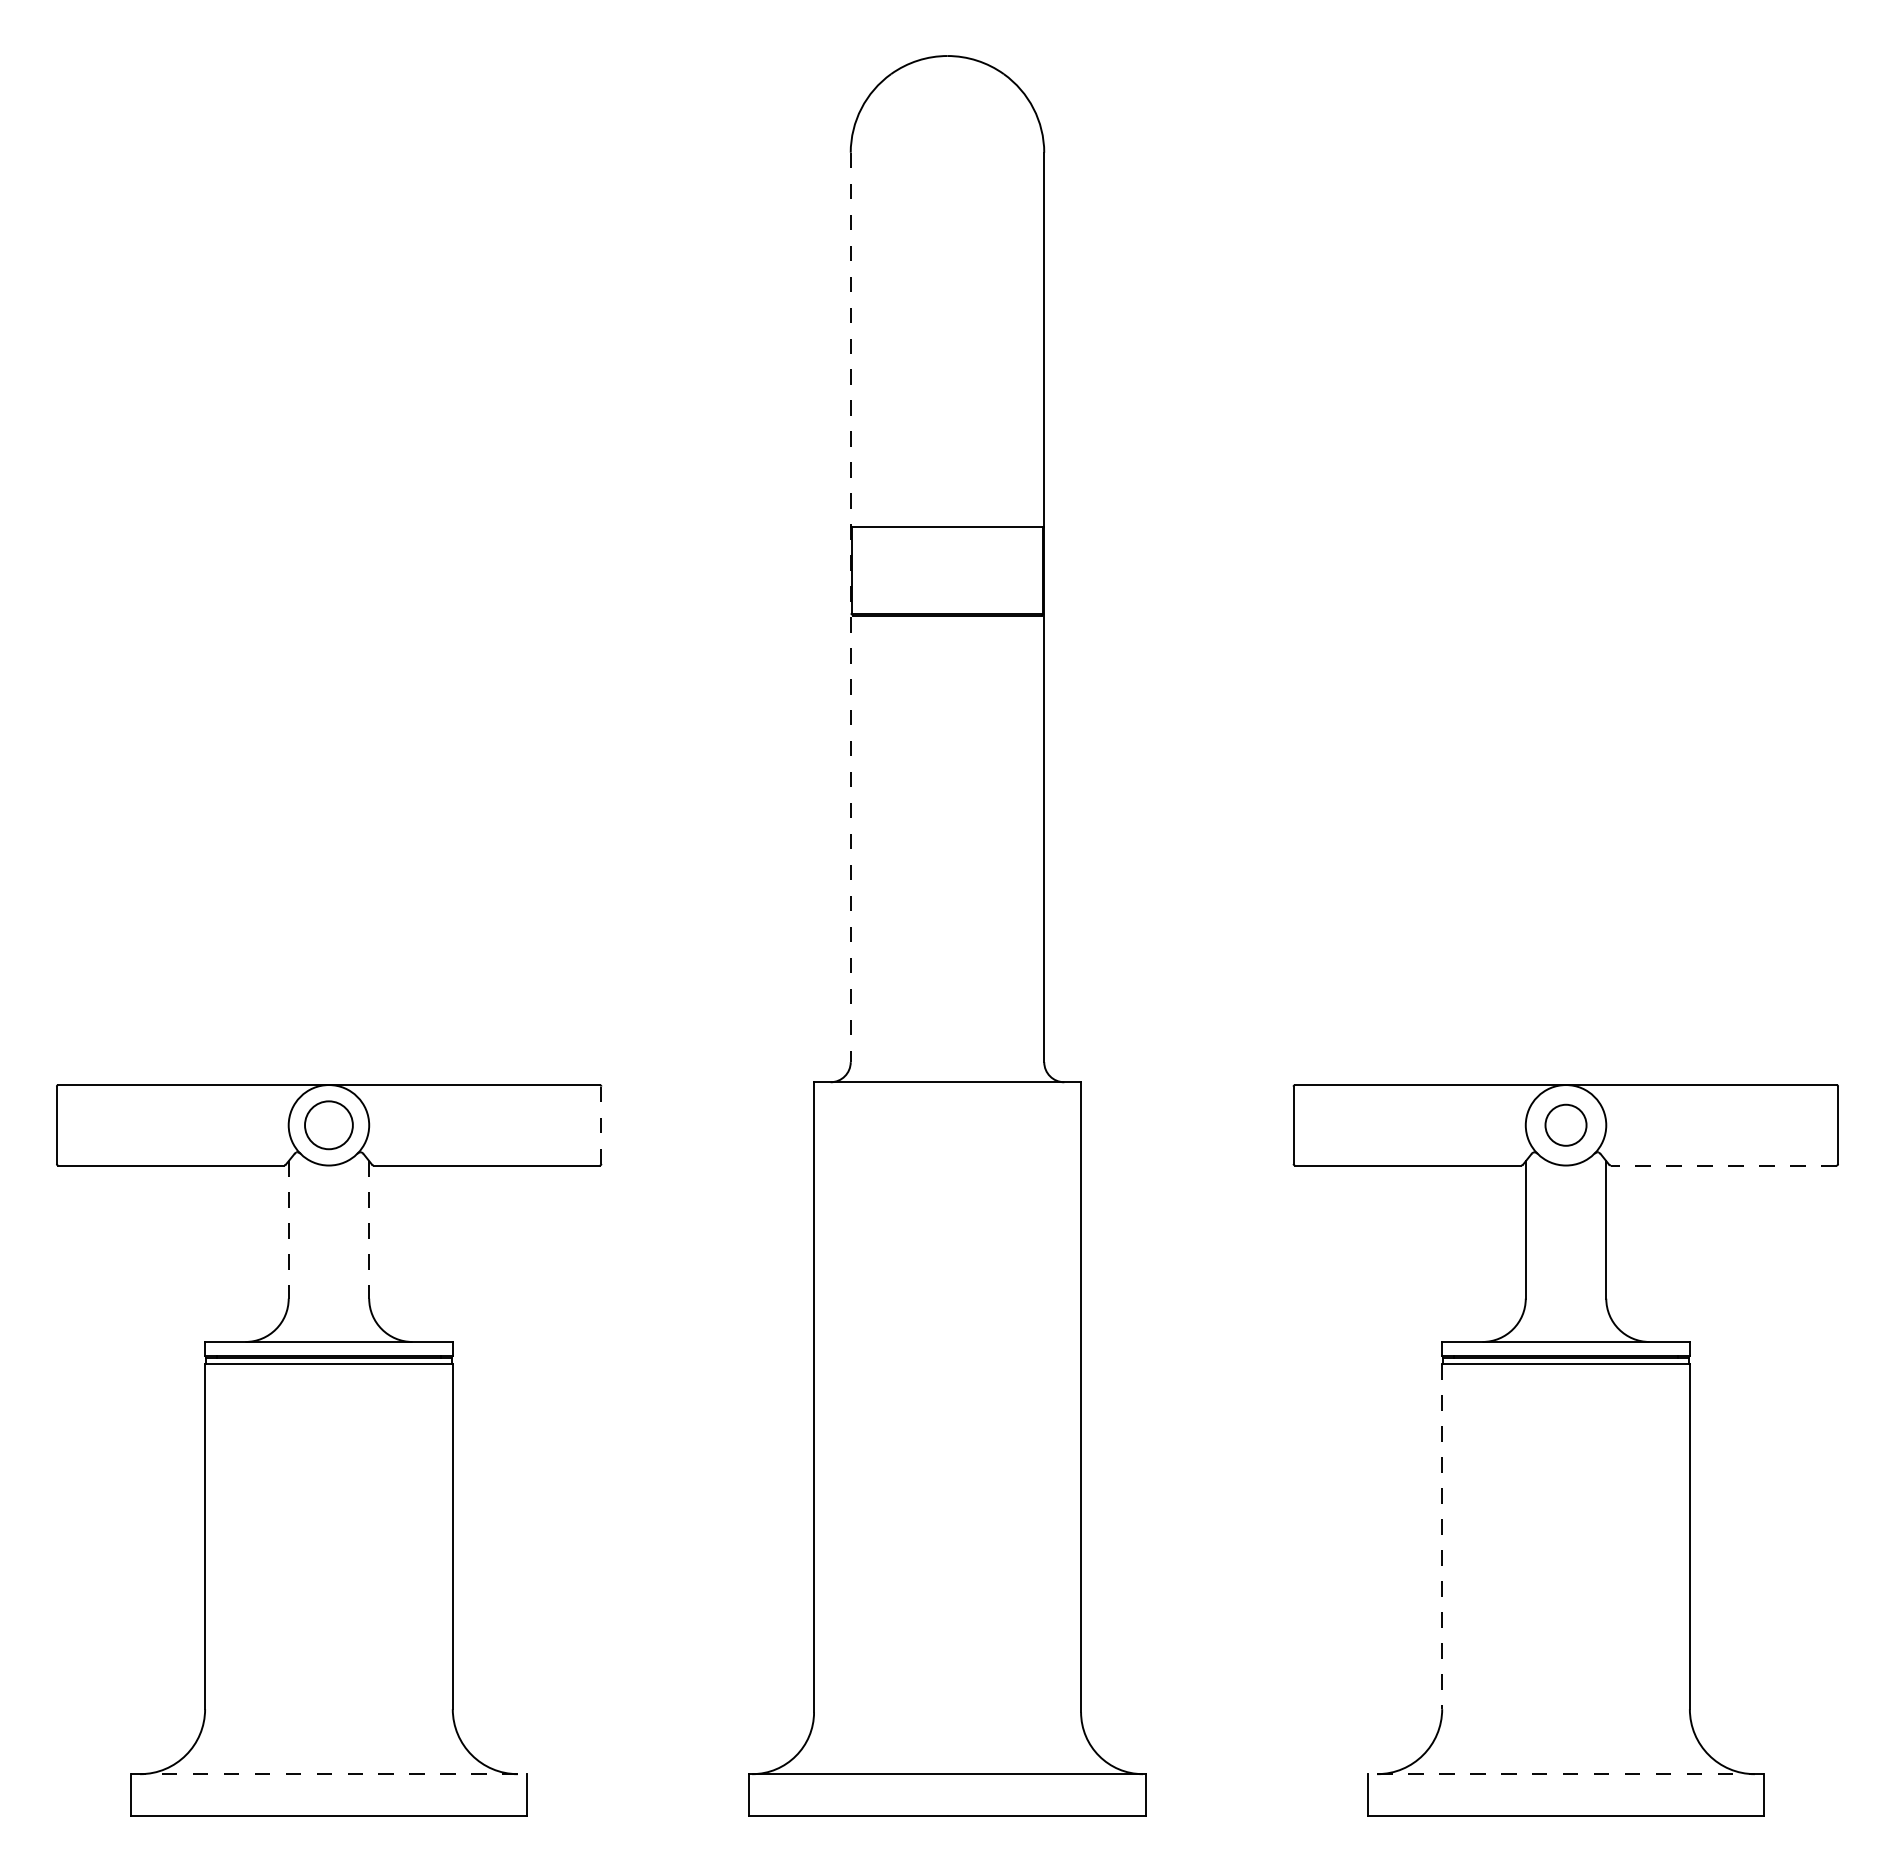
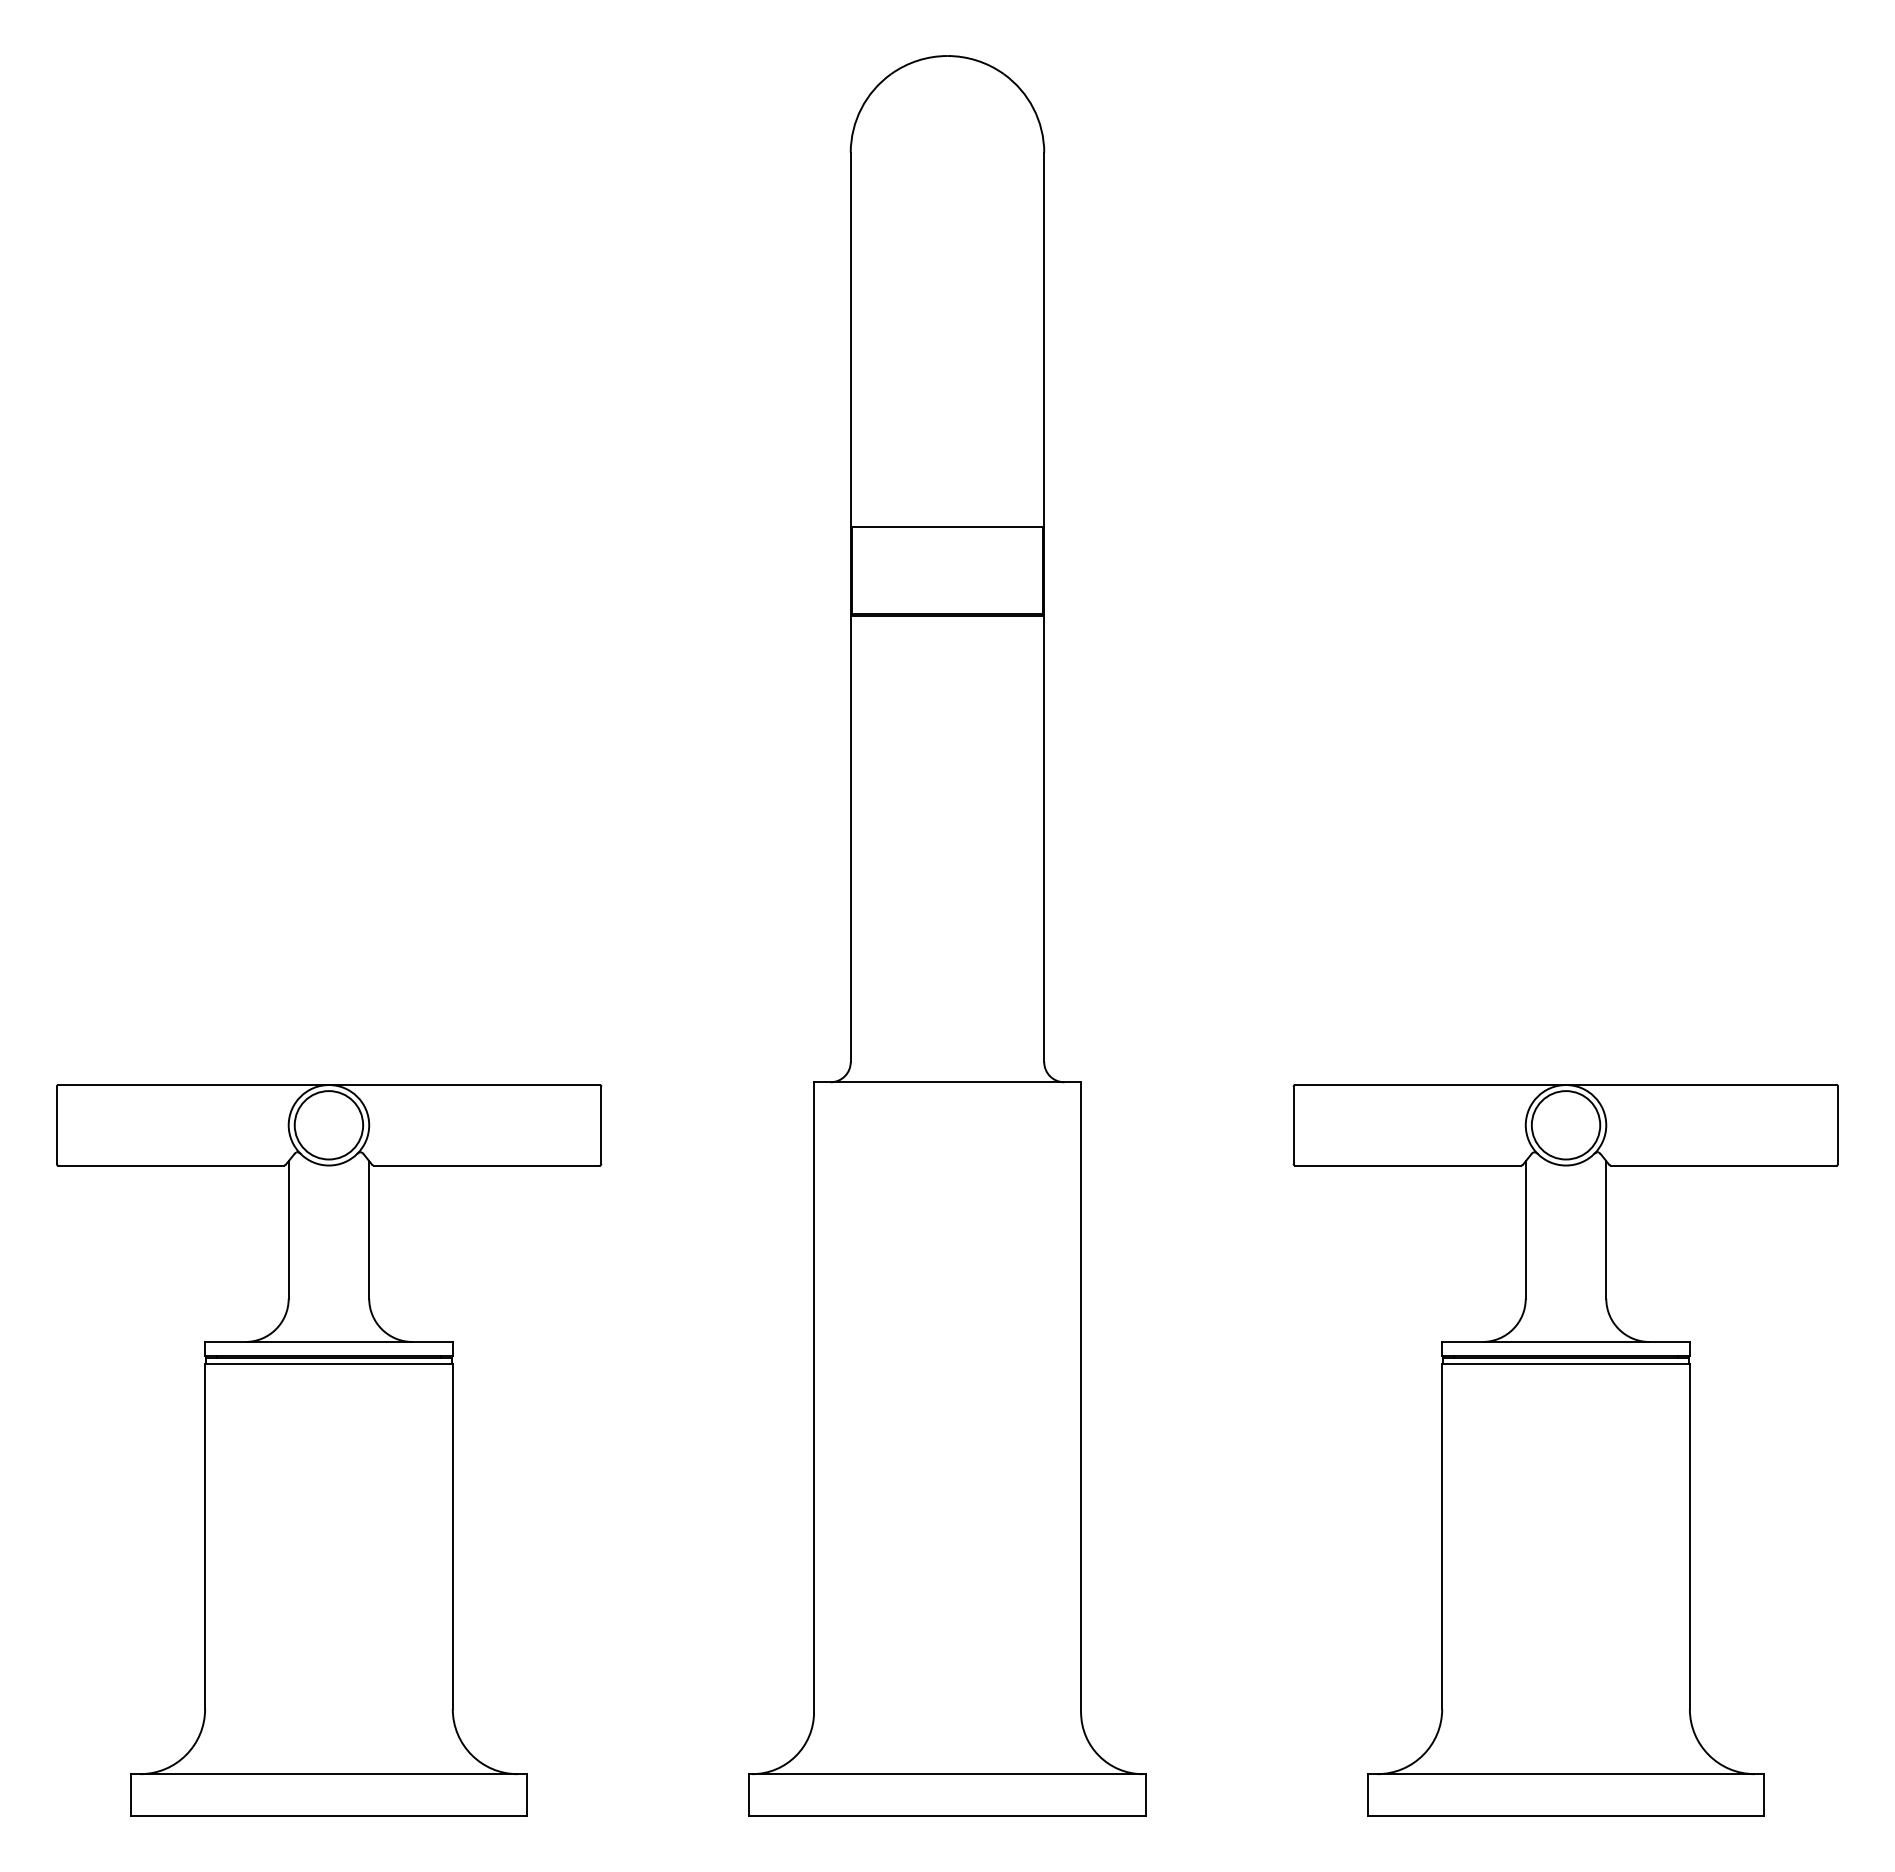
line at (850, 607): dashed -> solid
circle at (1565, 1124) diameter: 41 px -> 68 px
circle at (328, 1125) diameter: 48 px -> 68 px
line at (601, 1125): dashed -> solid
line at (1723, 1165): dashed -> solid
line at (288, 1229): dashed -> solid
line at (369, 1229): dashed -> solid
line at (1442, 1537): dashed -> solid
line at (329, 1774): dashed -> solid
line at (1565, 1774): dashed -> solid
